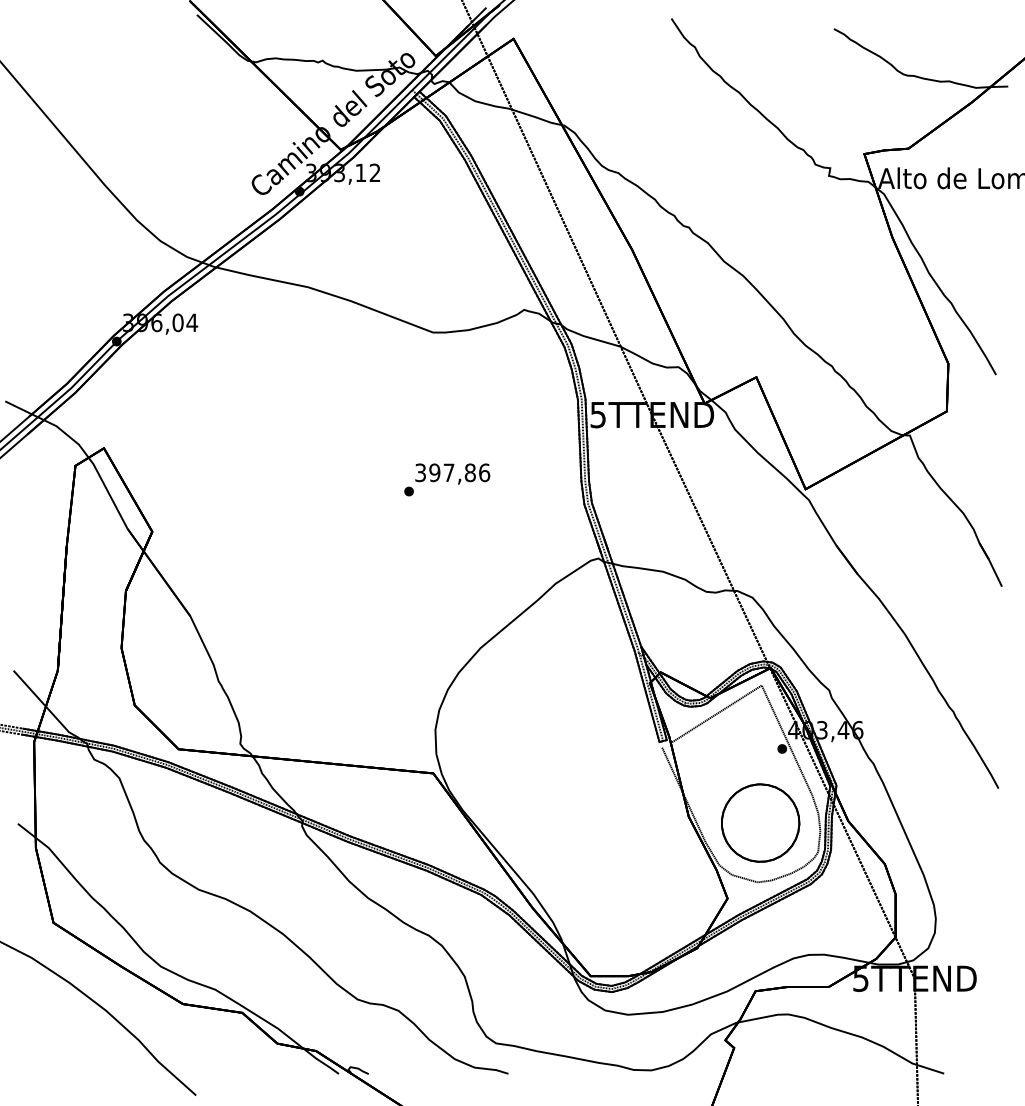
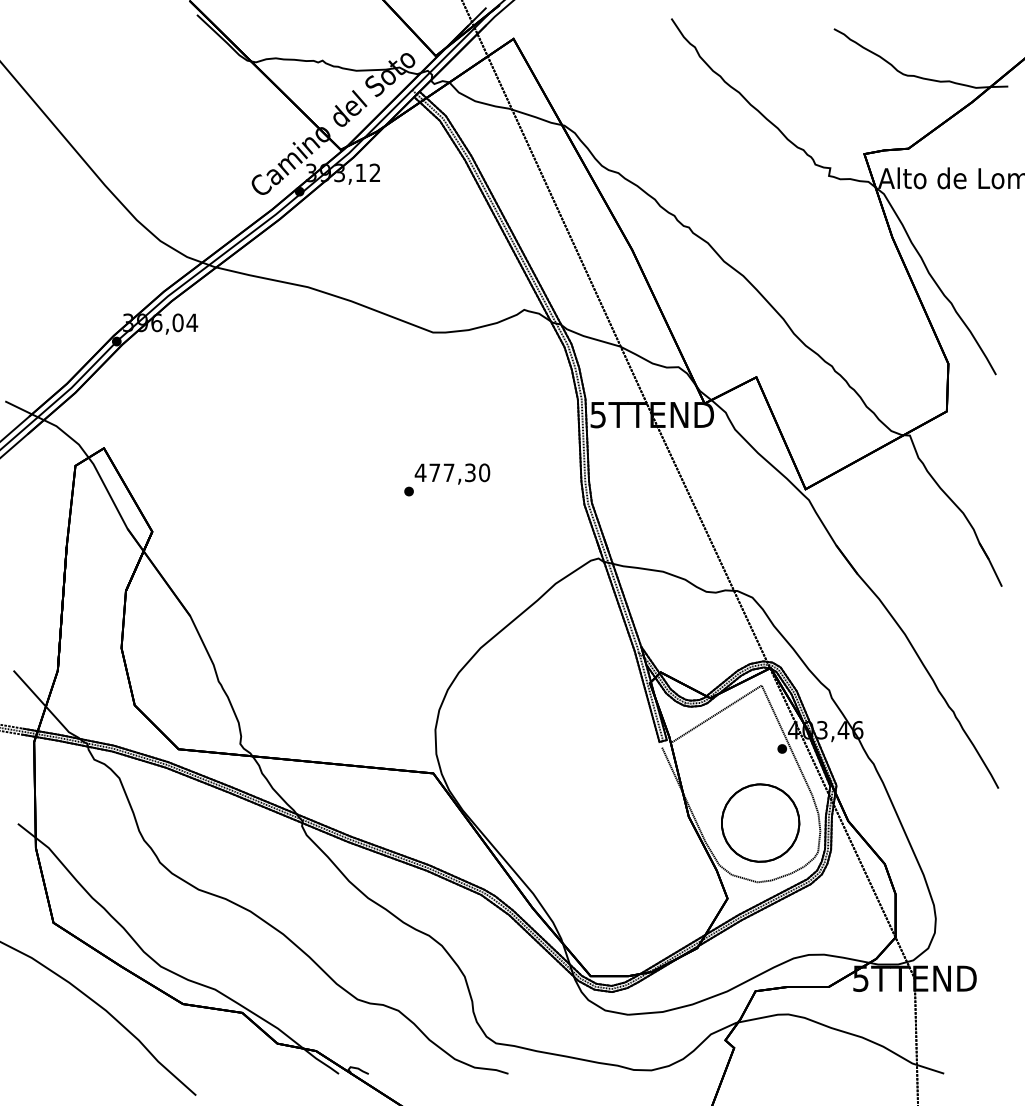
text at (452, 472): 397,86 -> 477,30
